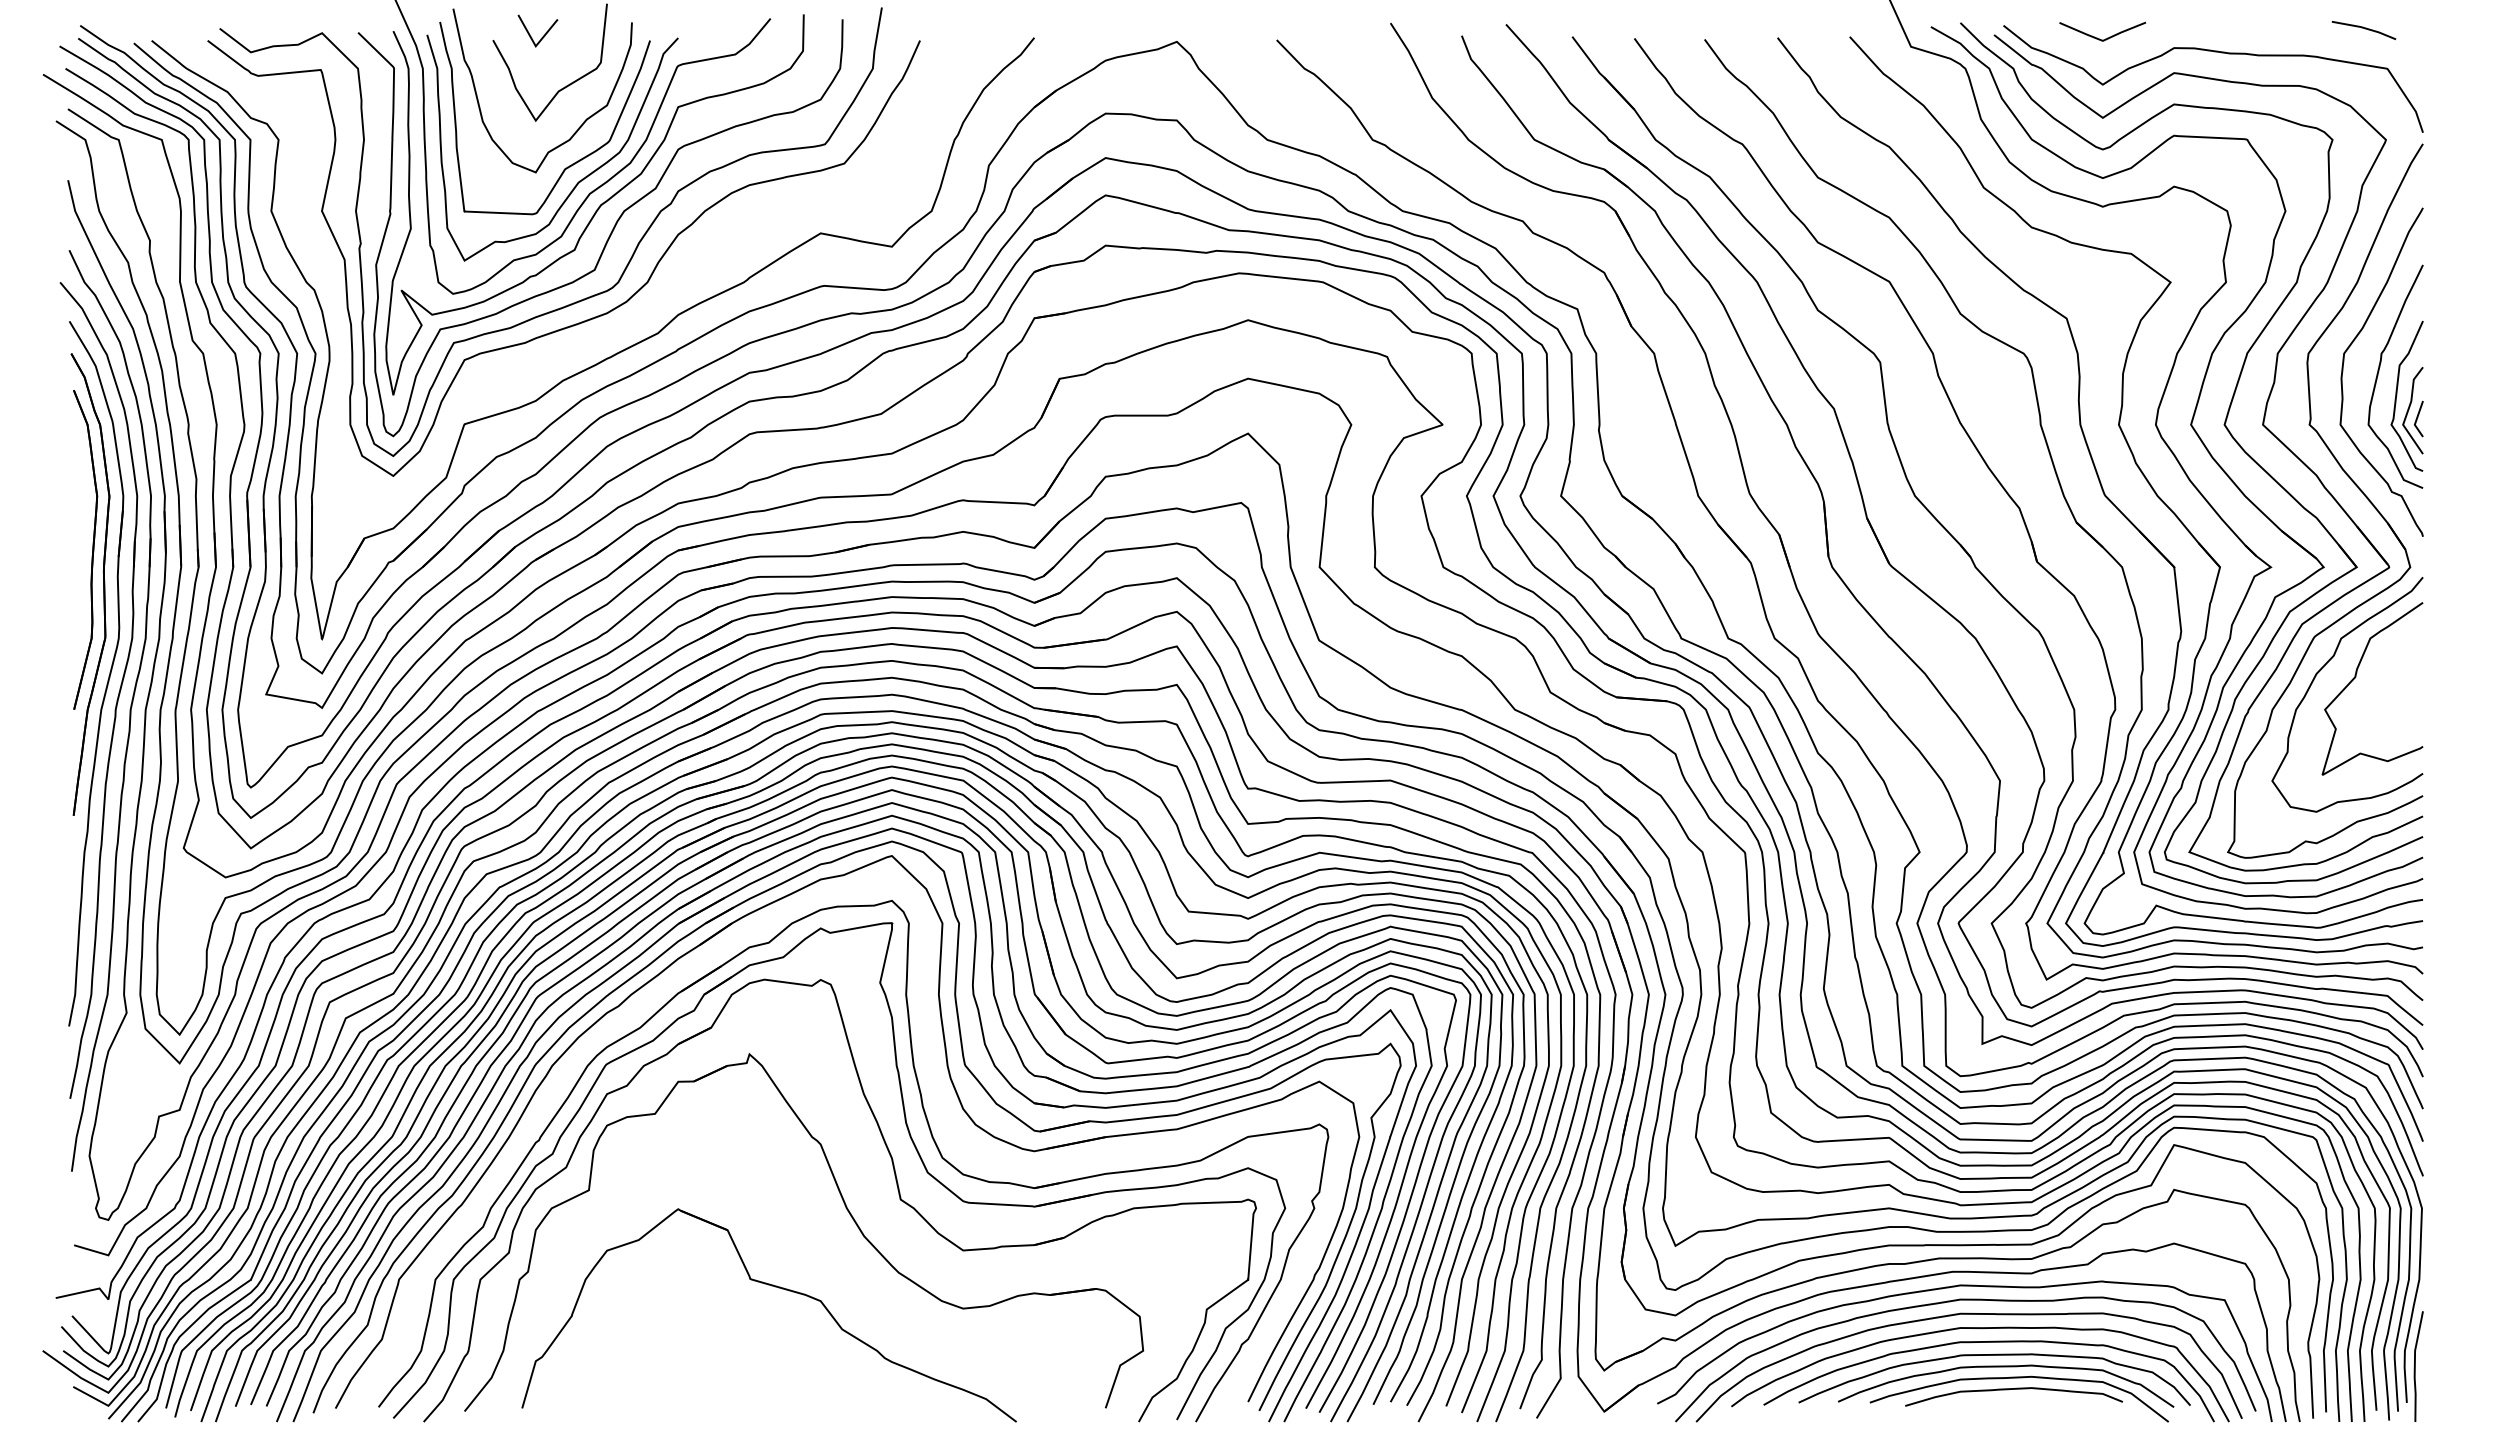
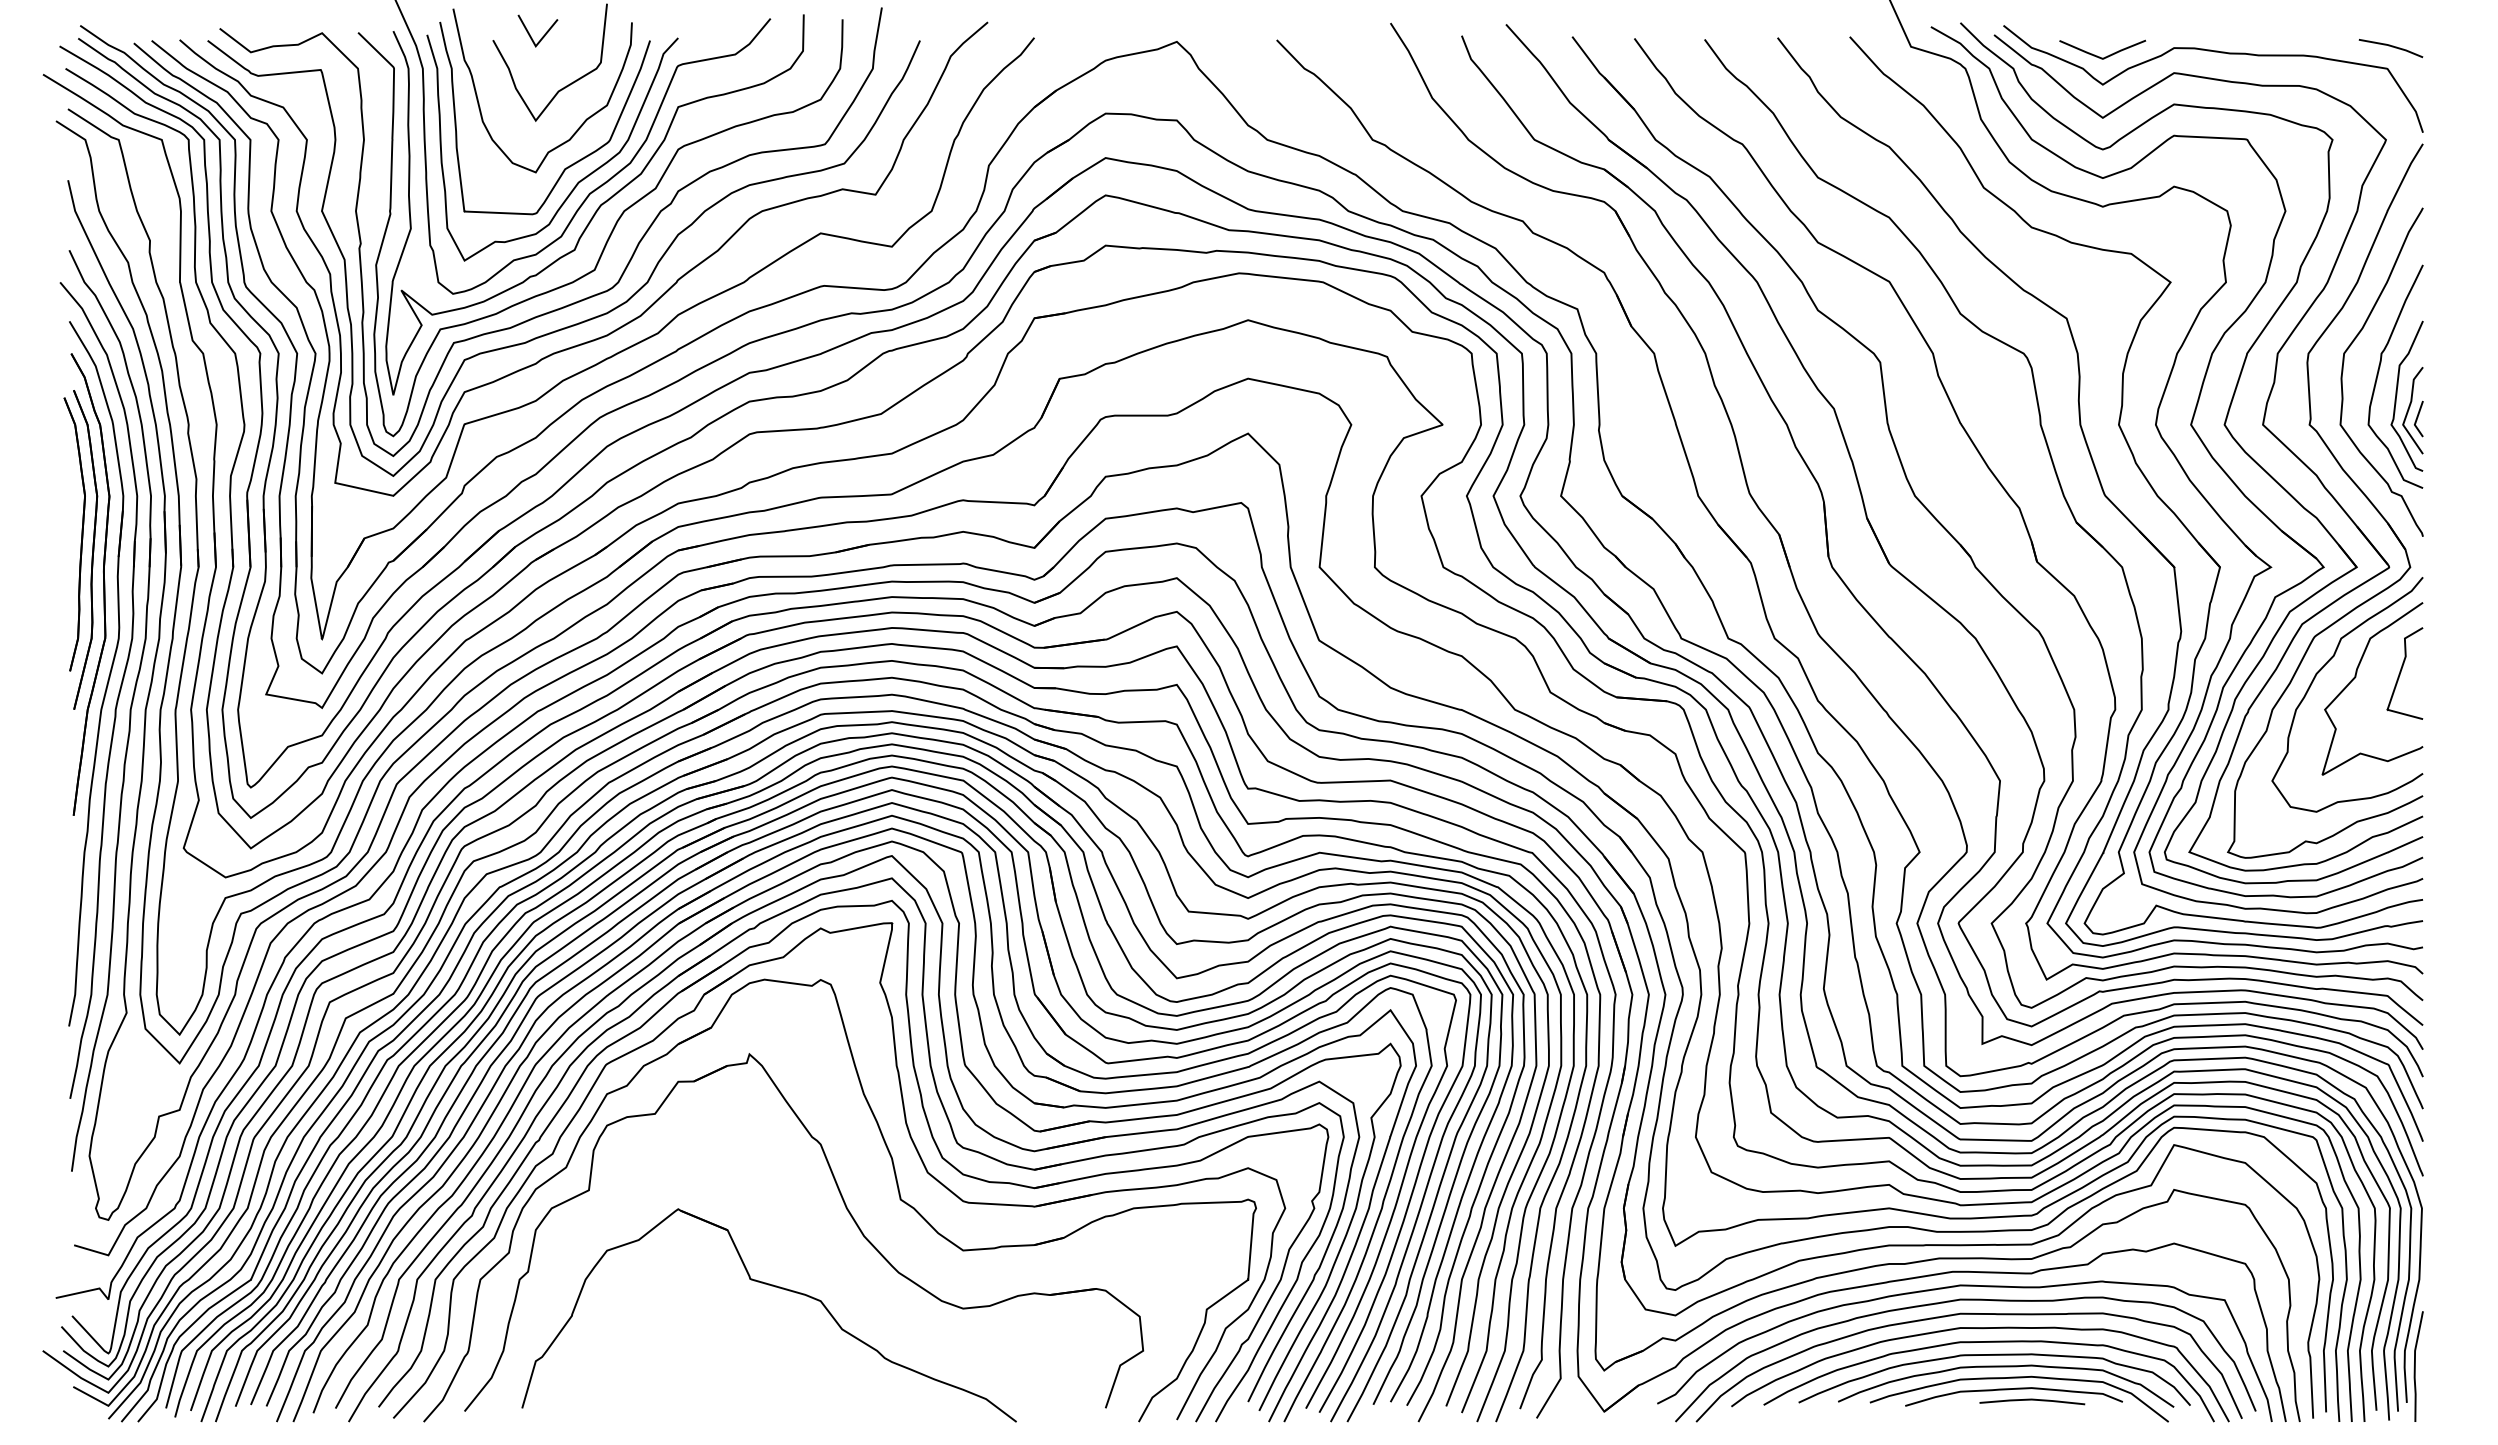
line at (2364, 29) position: (2364, 29) -> (2391, 47)
line at (2099, 38) position: (2099, 38) -> (2099, 56)
curve at (623, 324): none -> present
part at (81, 534): none -> present
curve at (2401, 672): none -> present
part at (942, 1108): none -> present
line at (2032, 1400): none -> present
